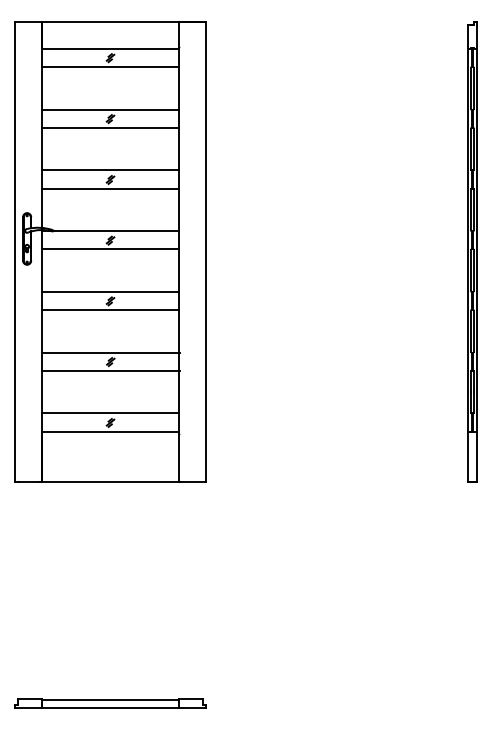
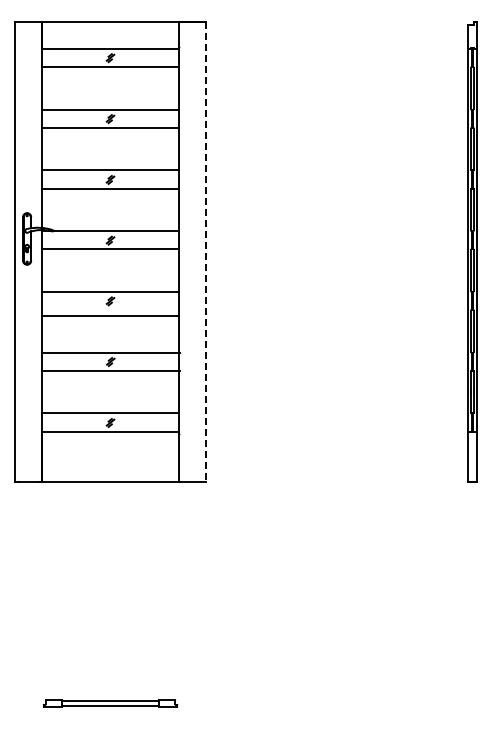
line at (206, 251): solid -> dashed
line at (110, 310) position: (110, 310) -> (110, 316)
part at (110, 703) size: 193x11 px -> 137x9 px
